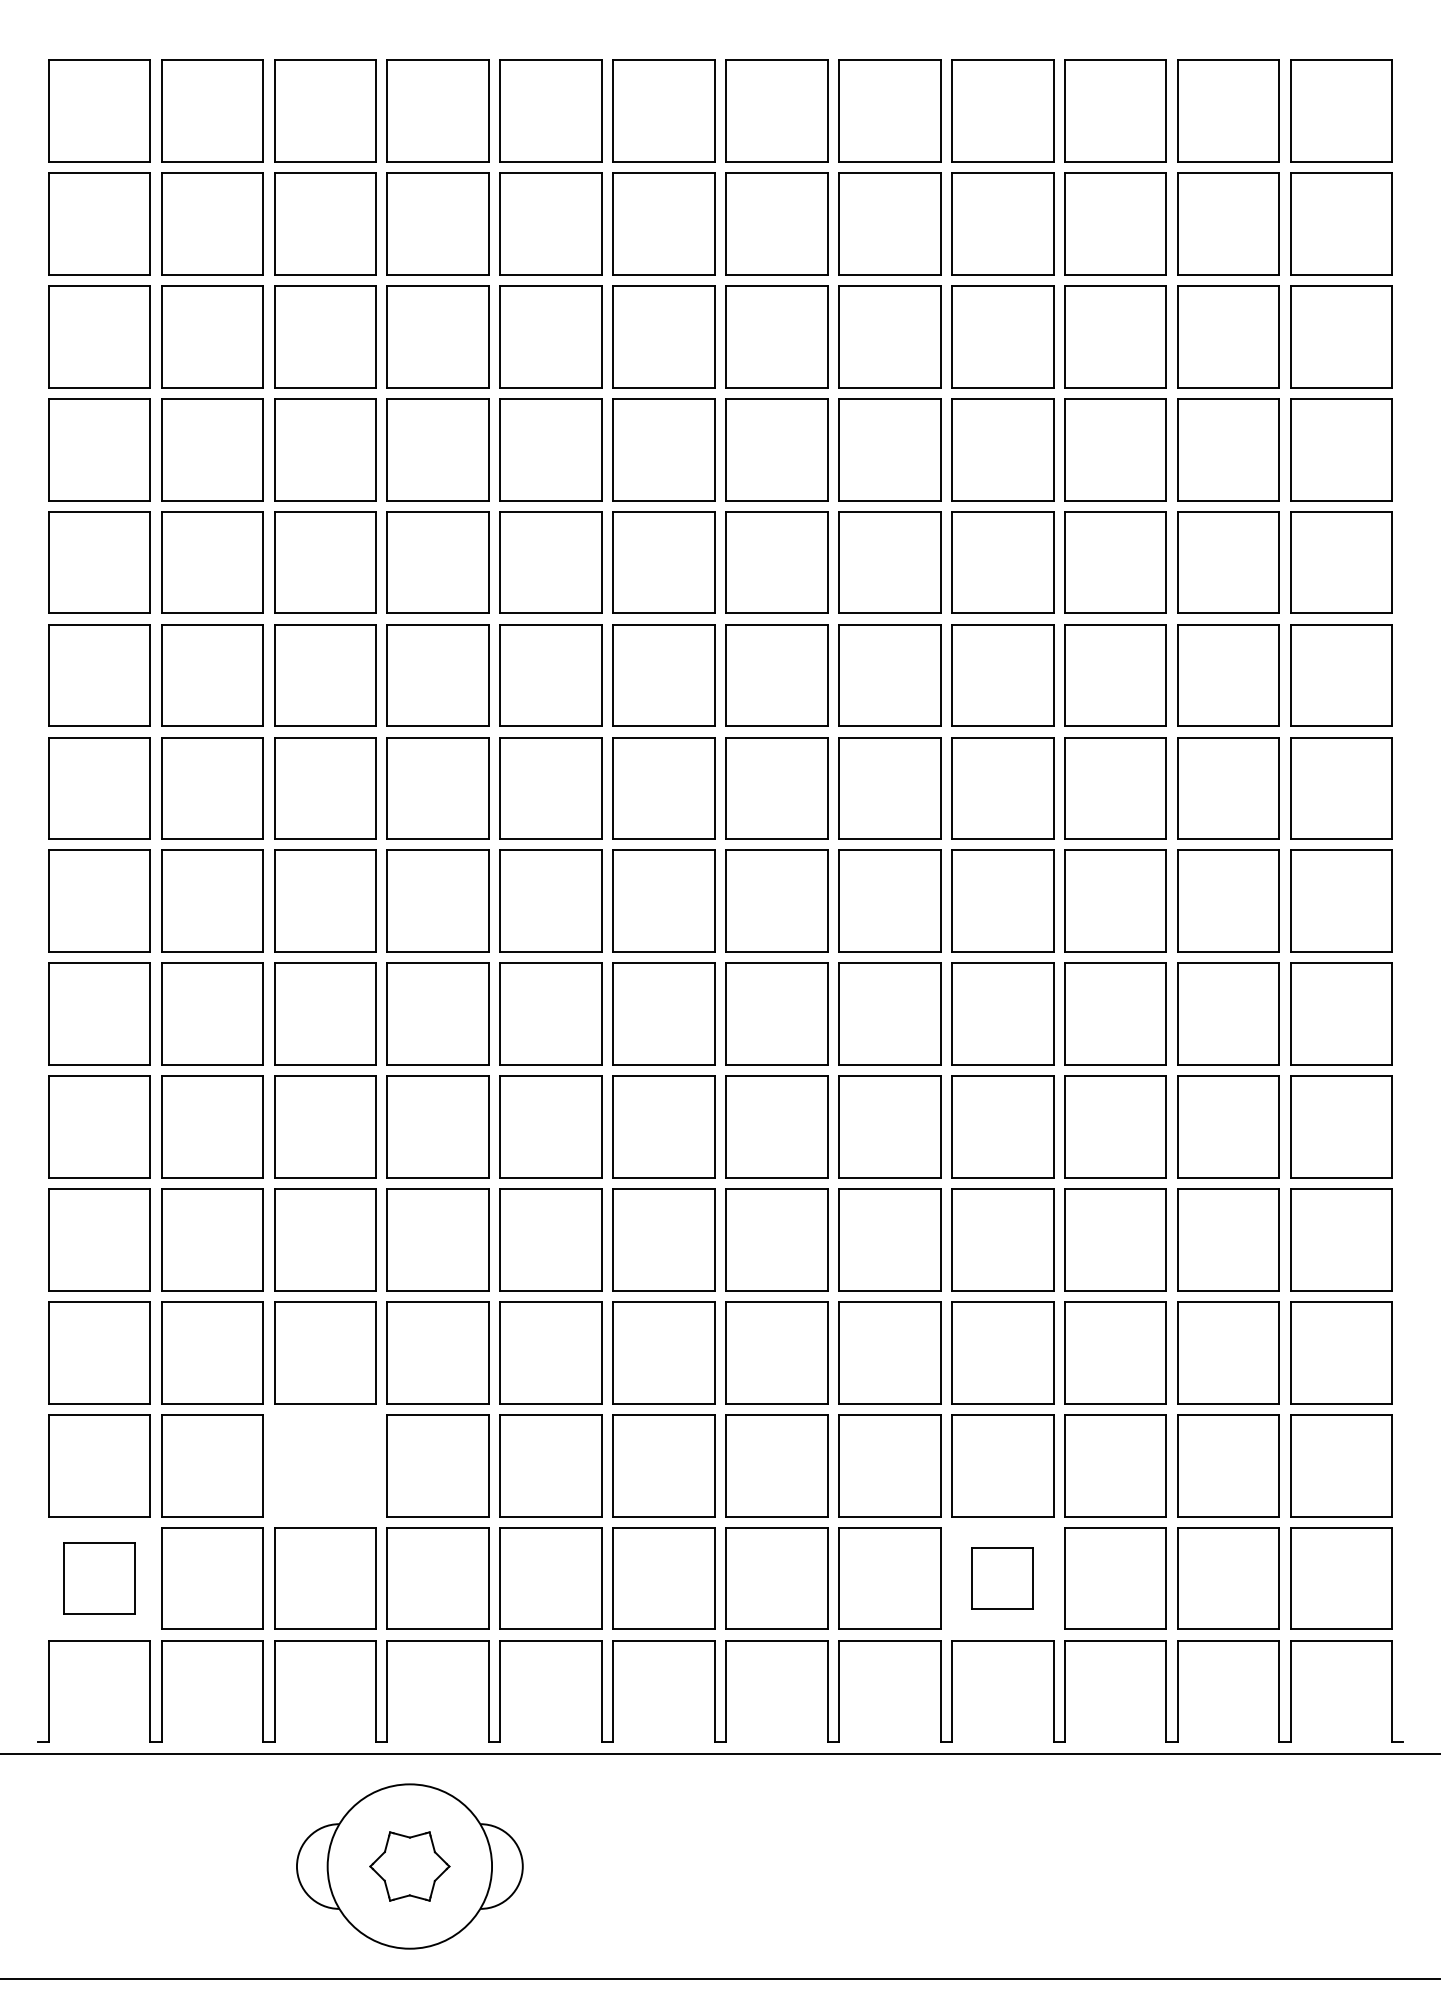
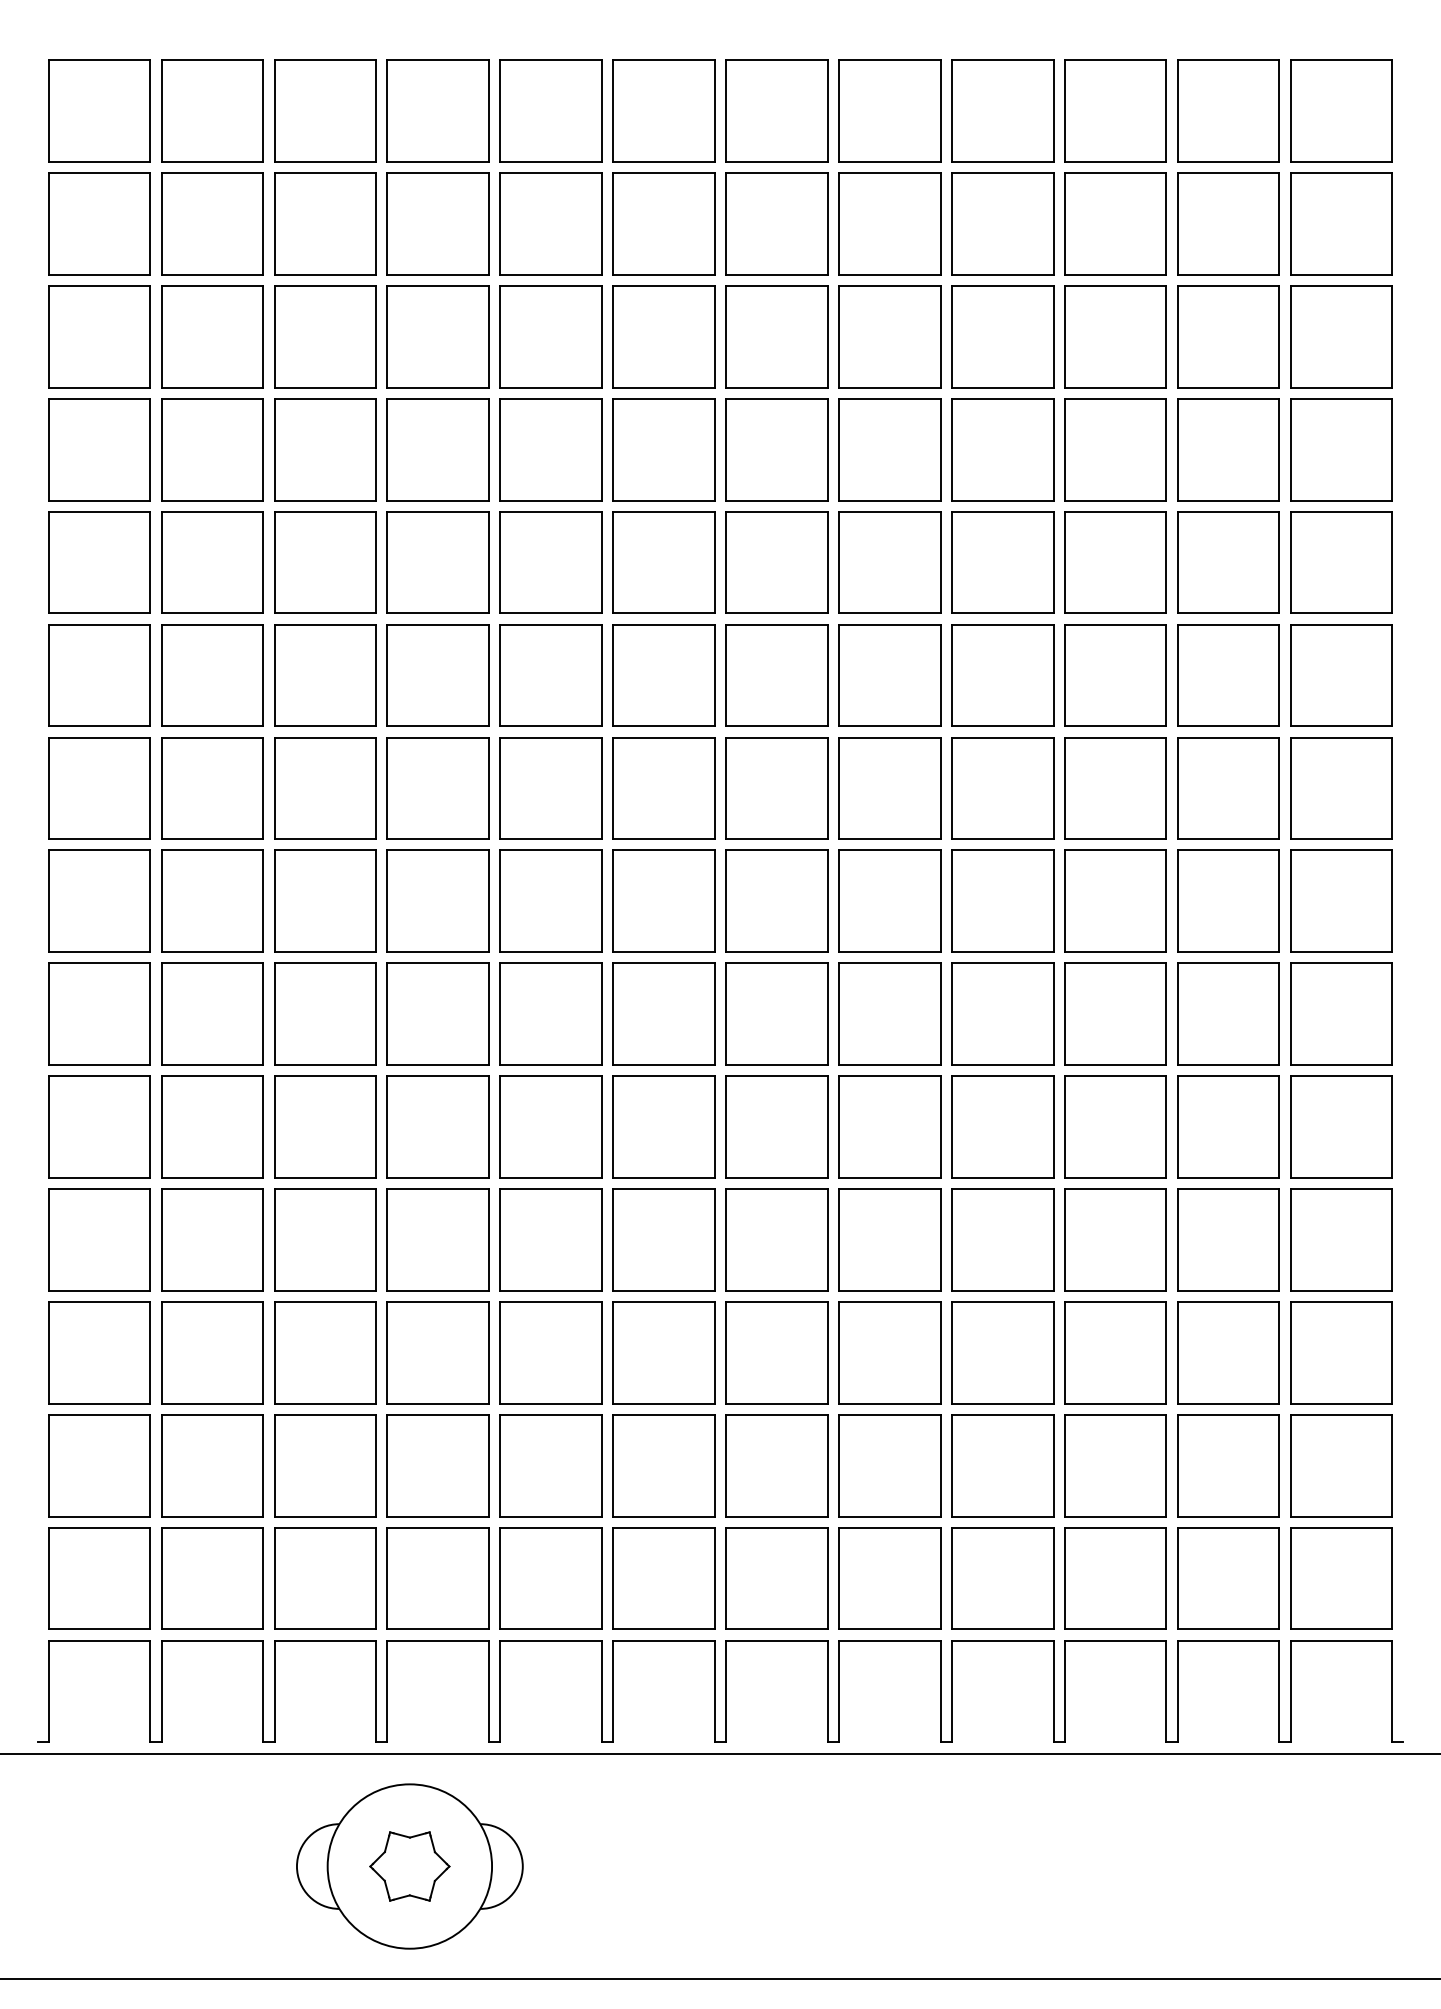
part at (325, 1465): none -> present
part at (99, 1578) size: 73x73 px -> 103x103 px
part at (1002, 1578) size: 63x63 px -> 104x103 px
